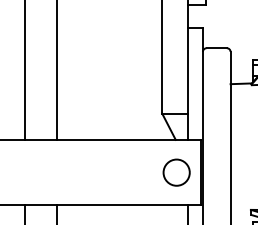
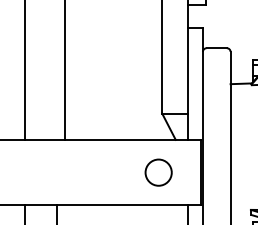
line at (57, 70) position: (57, 70) -> (65, 70)
circle at (176, 172) position: (176, 172) -> (158, 172)
